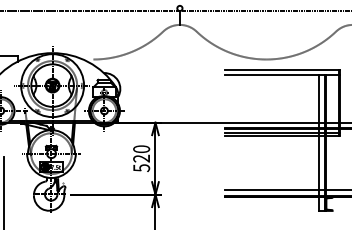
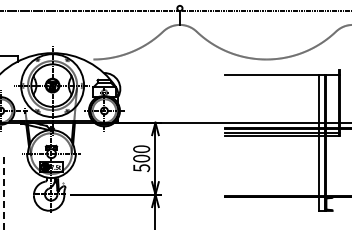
line at (282, 70): present -> none
text at (141, 158): 520 -> 500
line at (286, 190): present -> none
line at (4, 193): solid -> dashed
